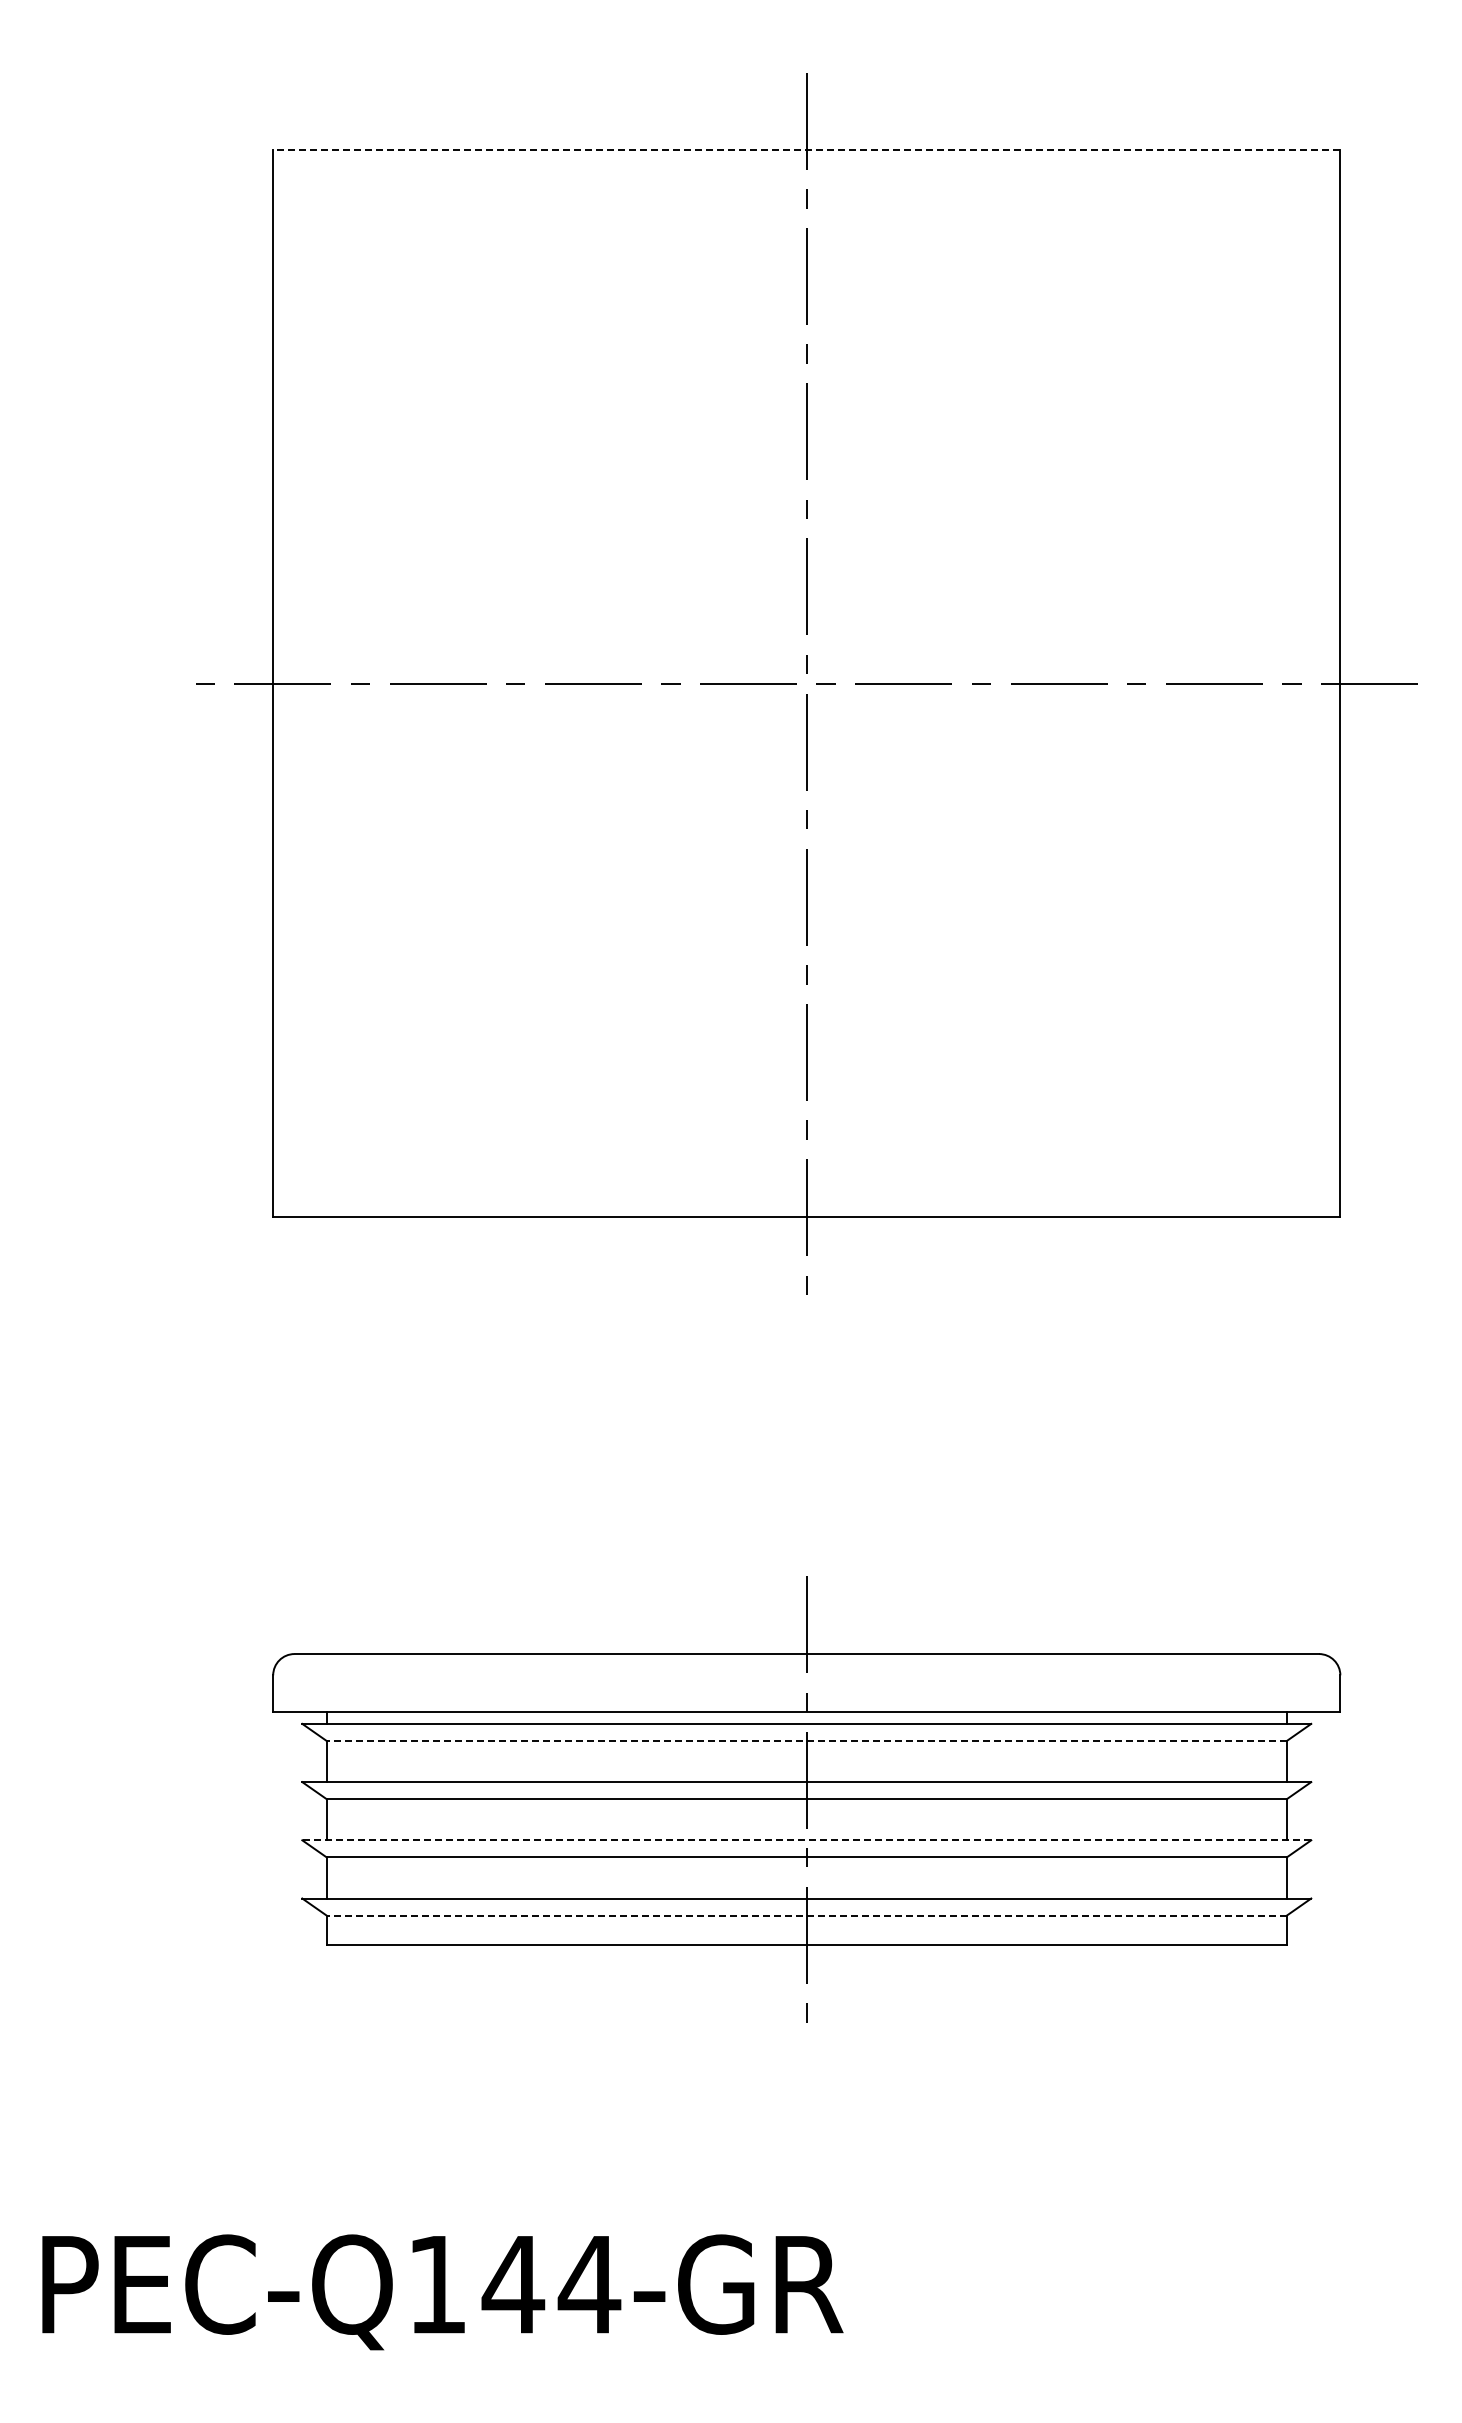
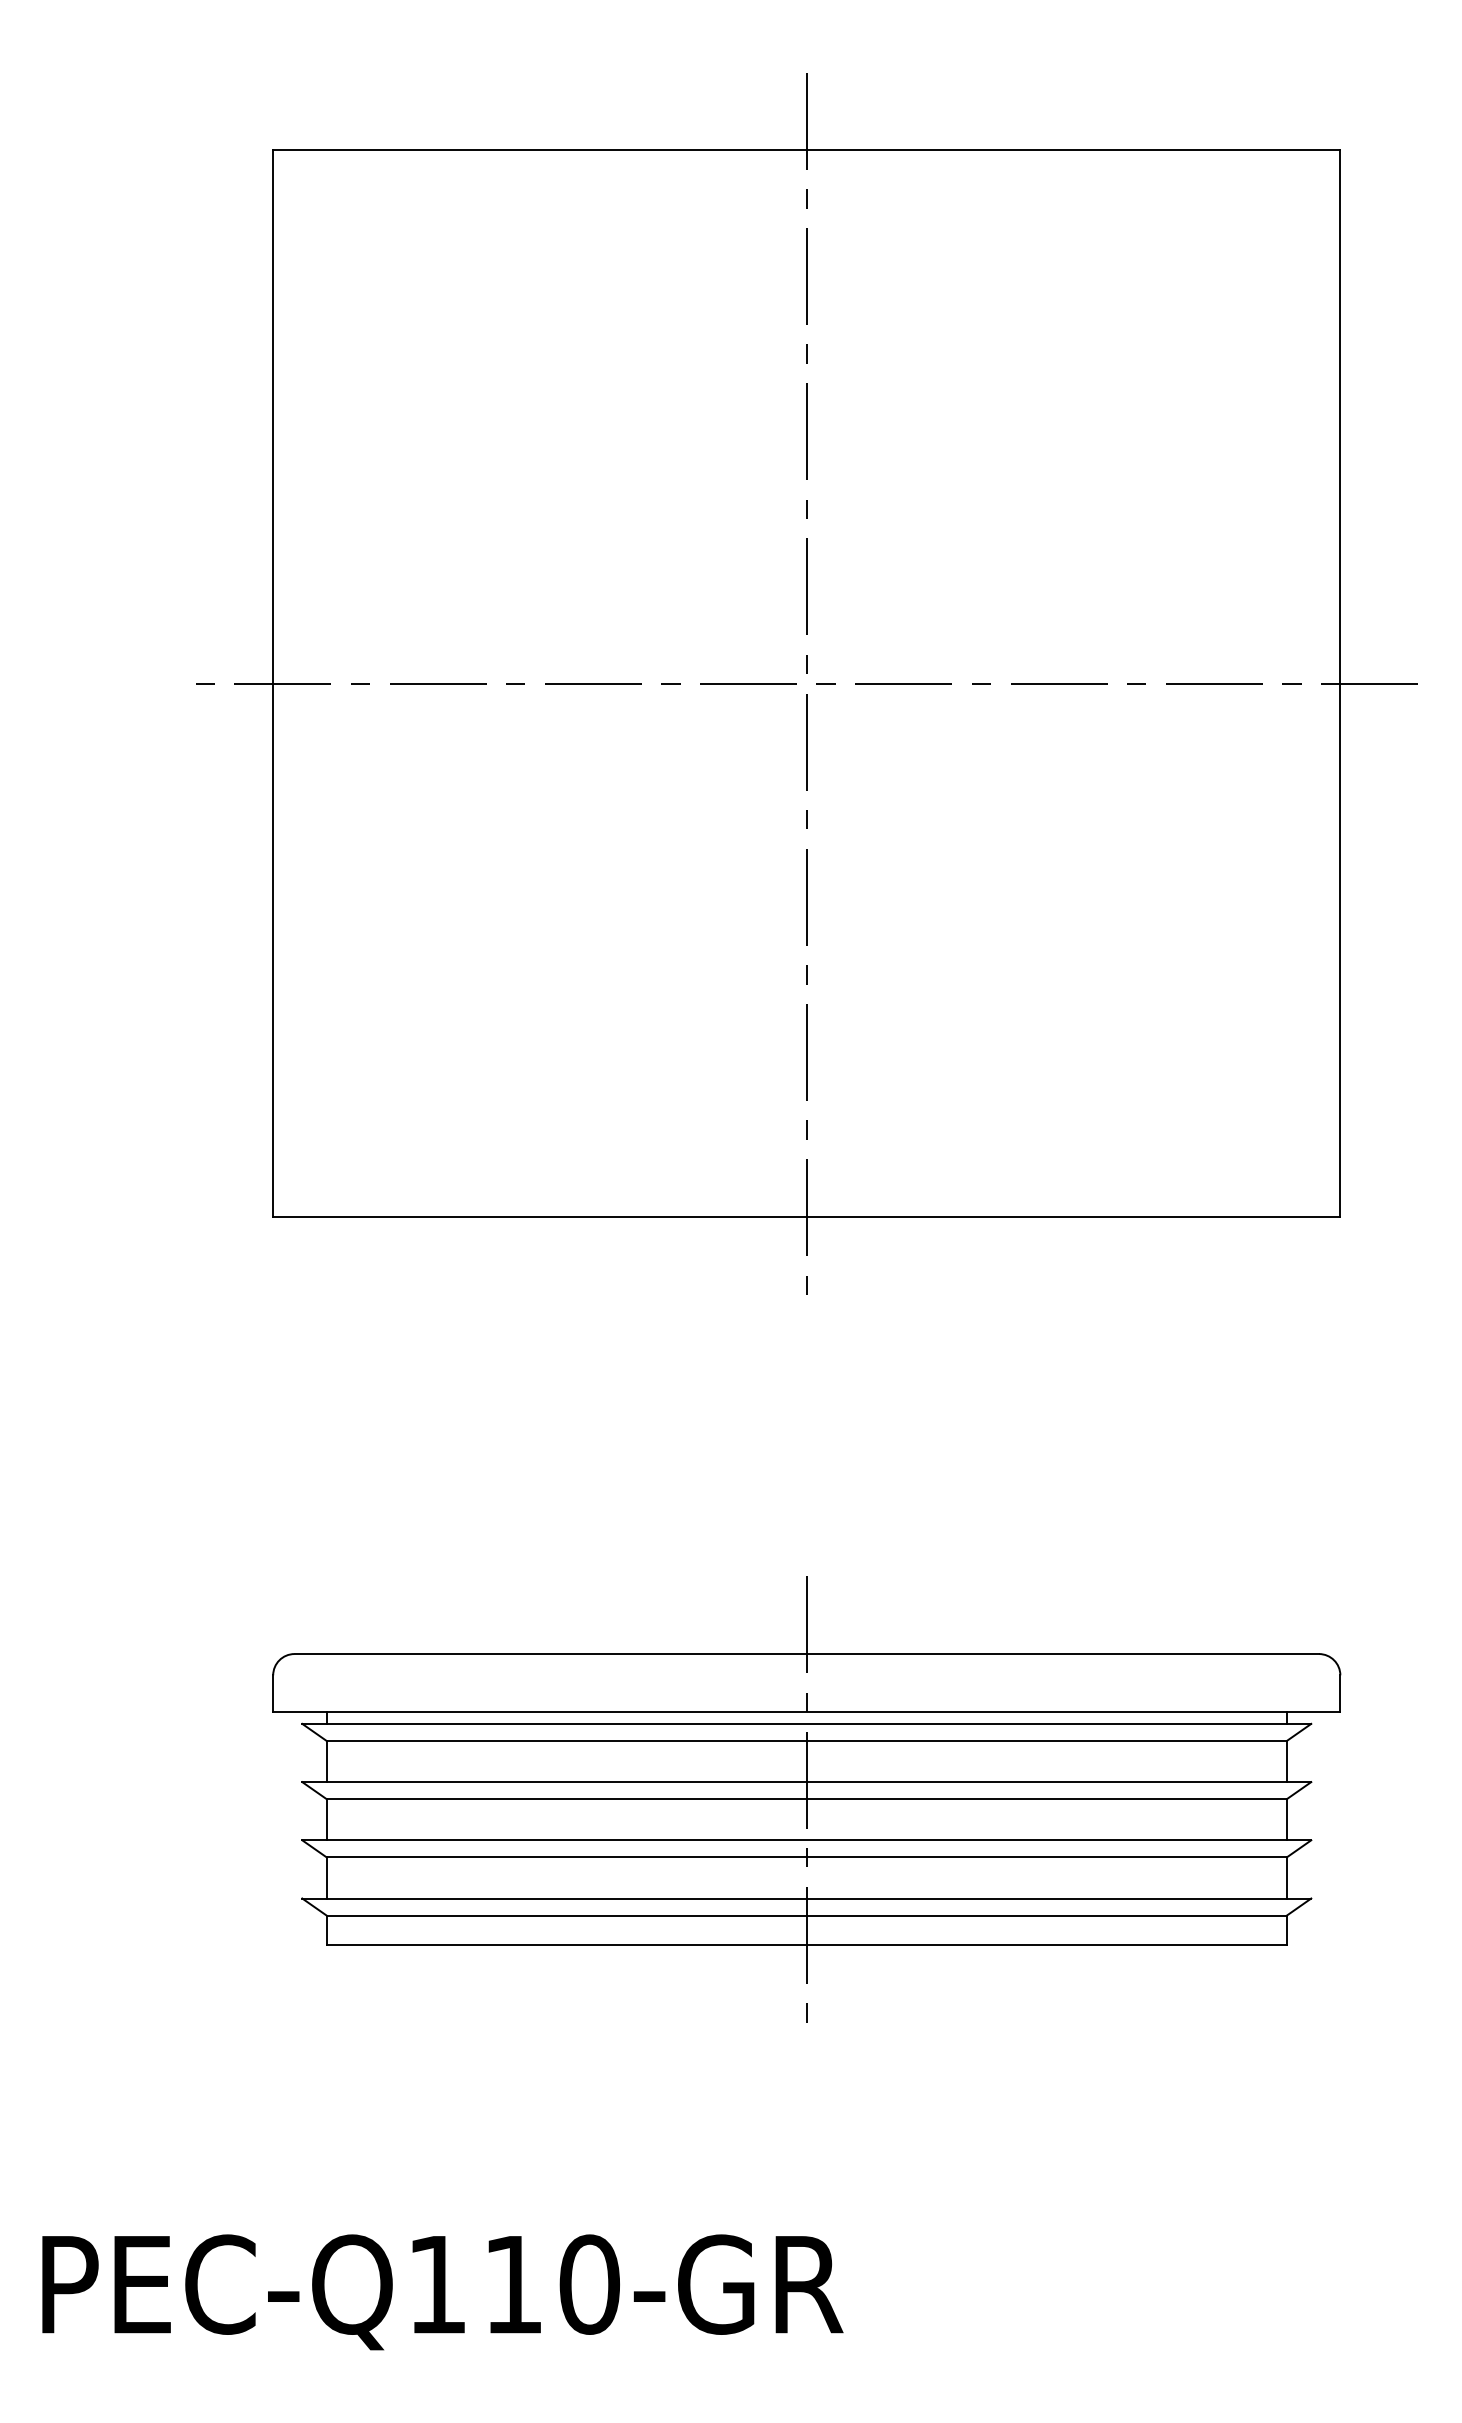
line at (806, 150): dashed -> solid
line at (806, 1740): dashed -> solid
line at (806, 1840): dashed -> solid
line at (806, 1915): dashed -> solid
text at (551, 2284): PEC-Q144-GR -> PEC-Q110-GR
